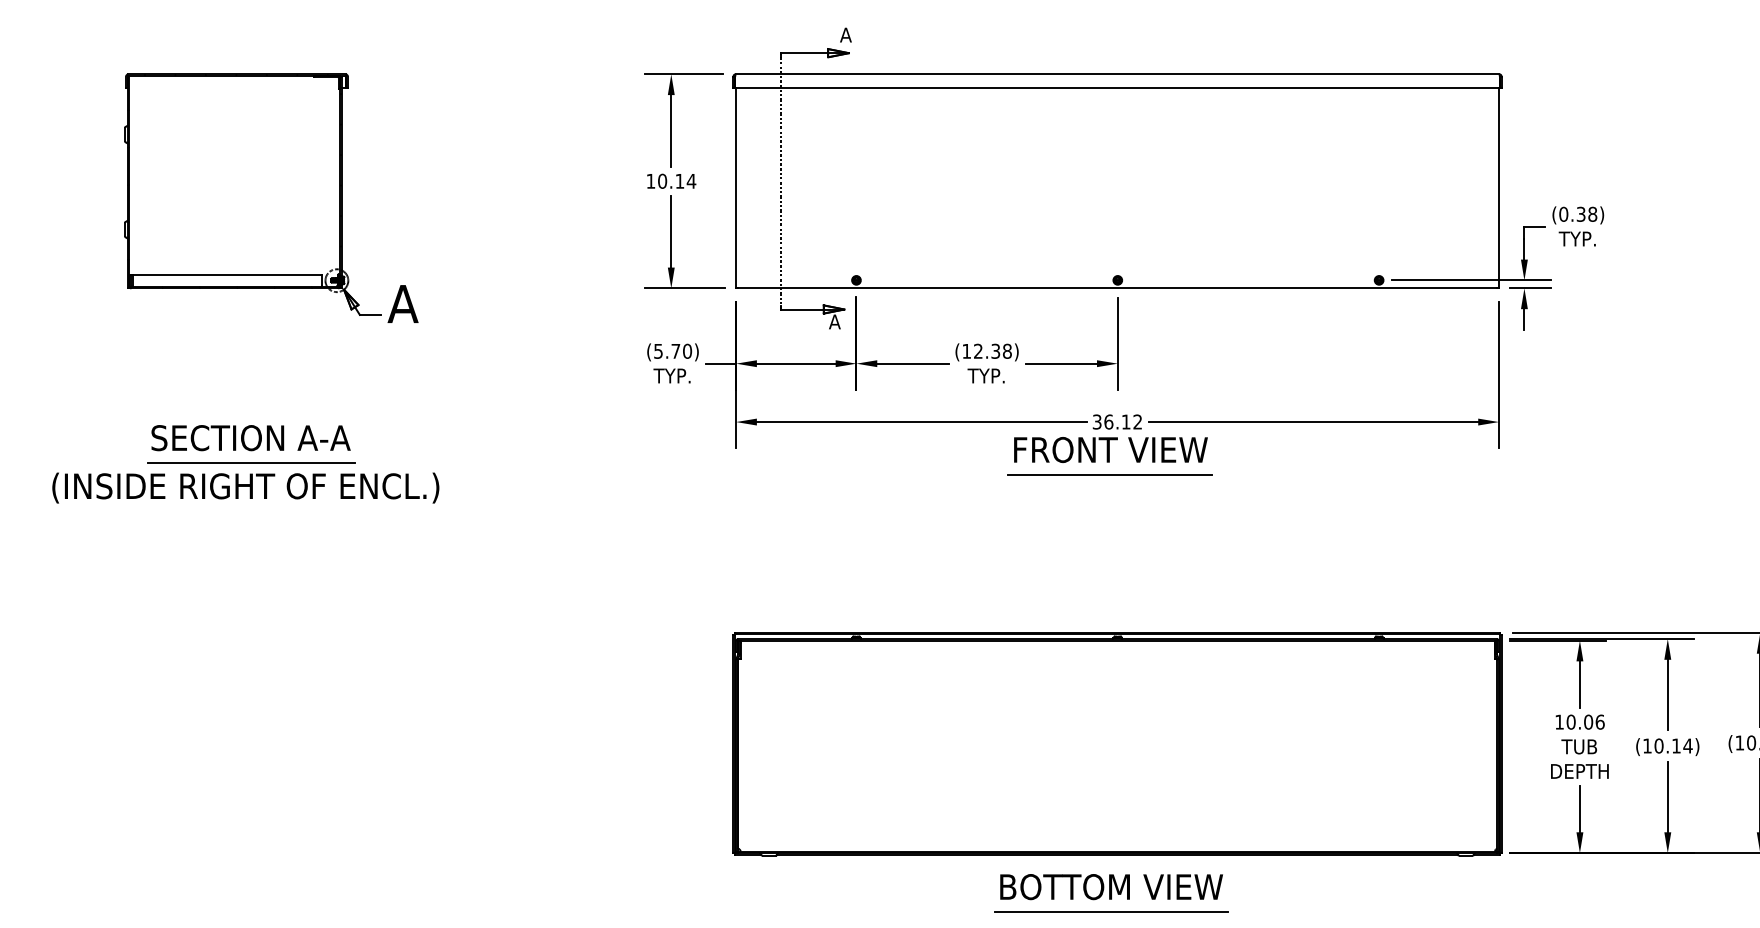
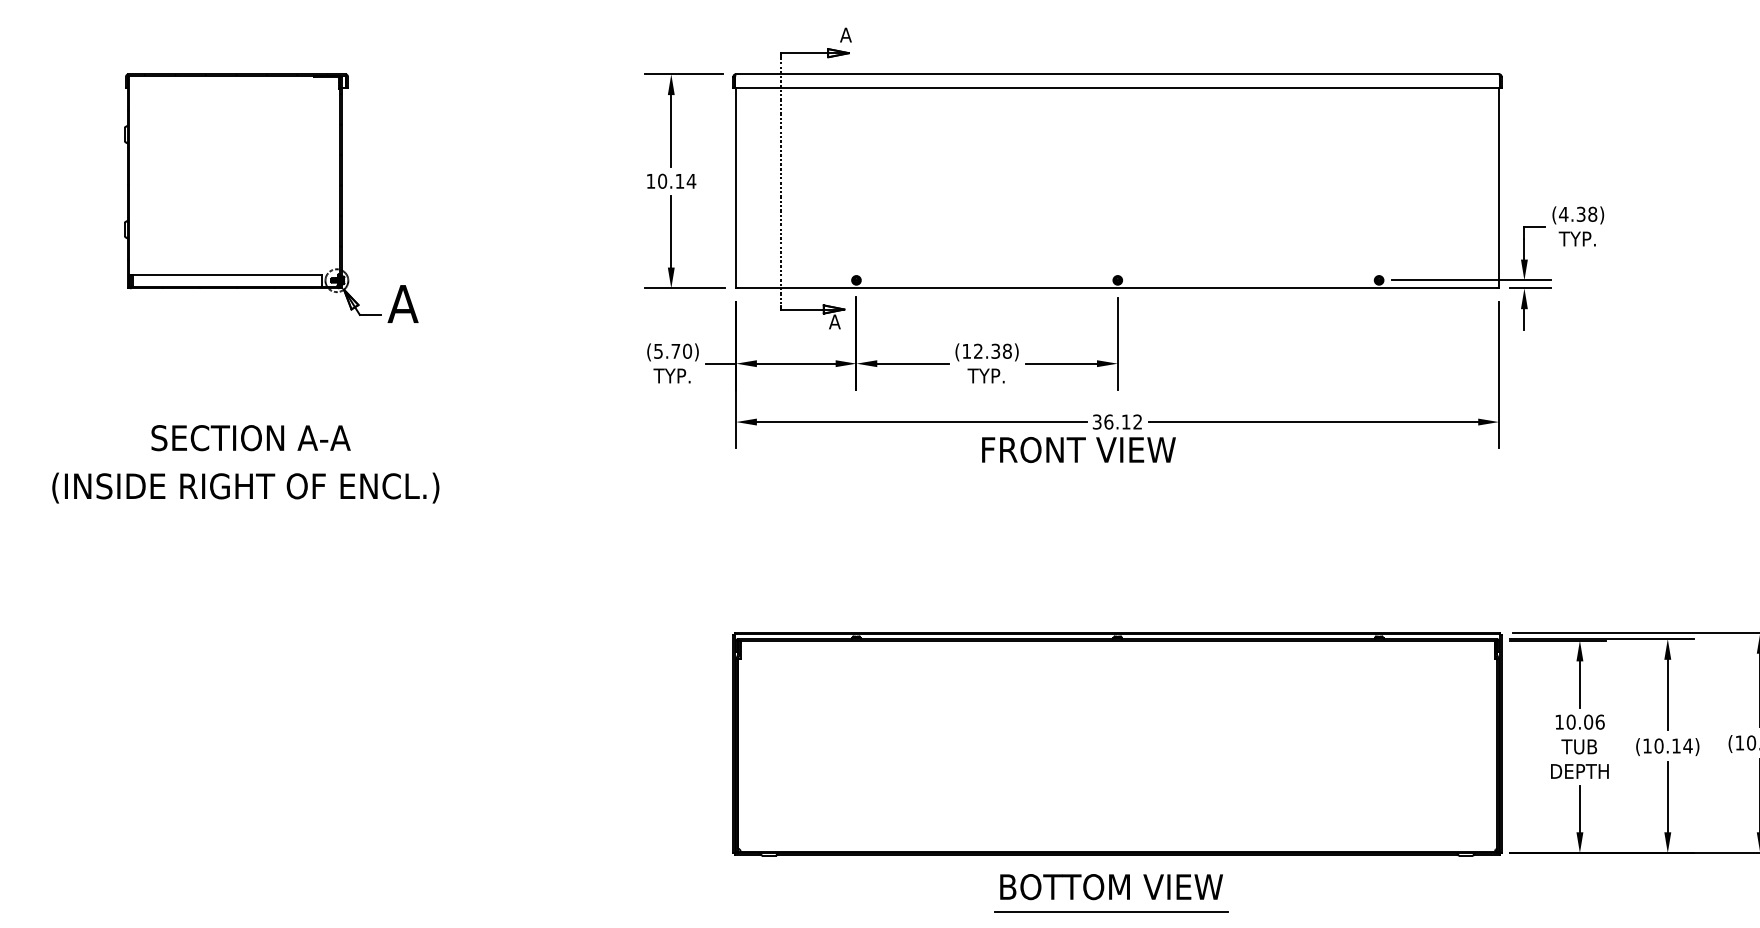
text at (1563, 213): (0.38) -> (4.38)
text at (1110, 449) position: (1110, 449) -> (1078, 449)
line at (251, 463): present -> none
line at (1110, 475): present -> none
